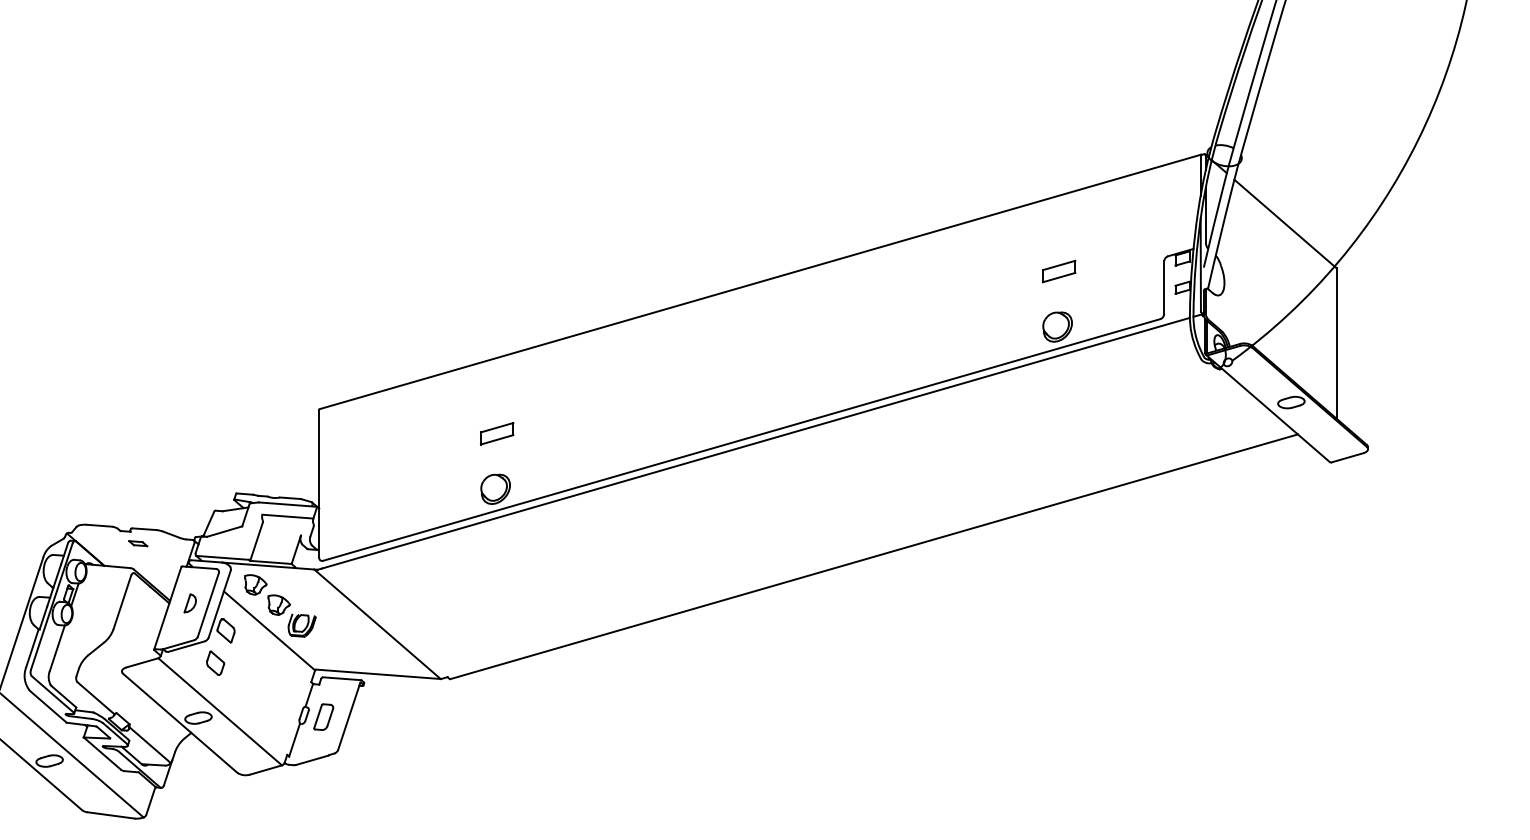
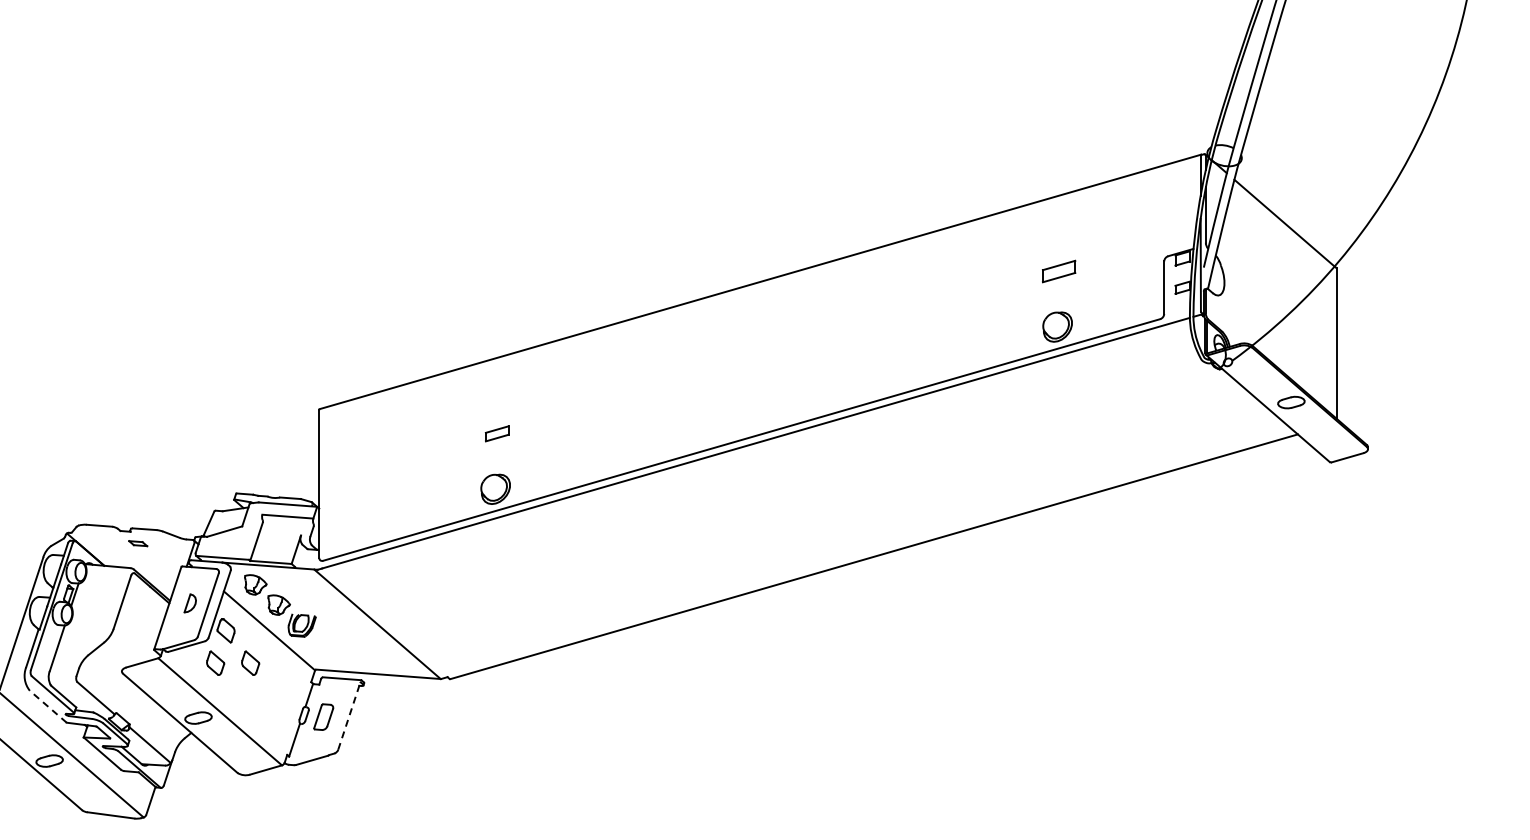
part at (497, 433) size: 35x24 px -> 26x18 px
part at (250, 662): none -> present
line at (47, 706): solid -> dashed
line at (349, 715): solid -> dashed
